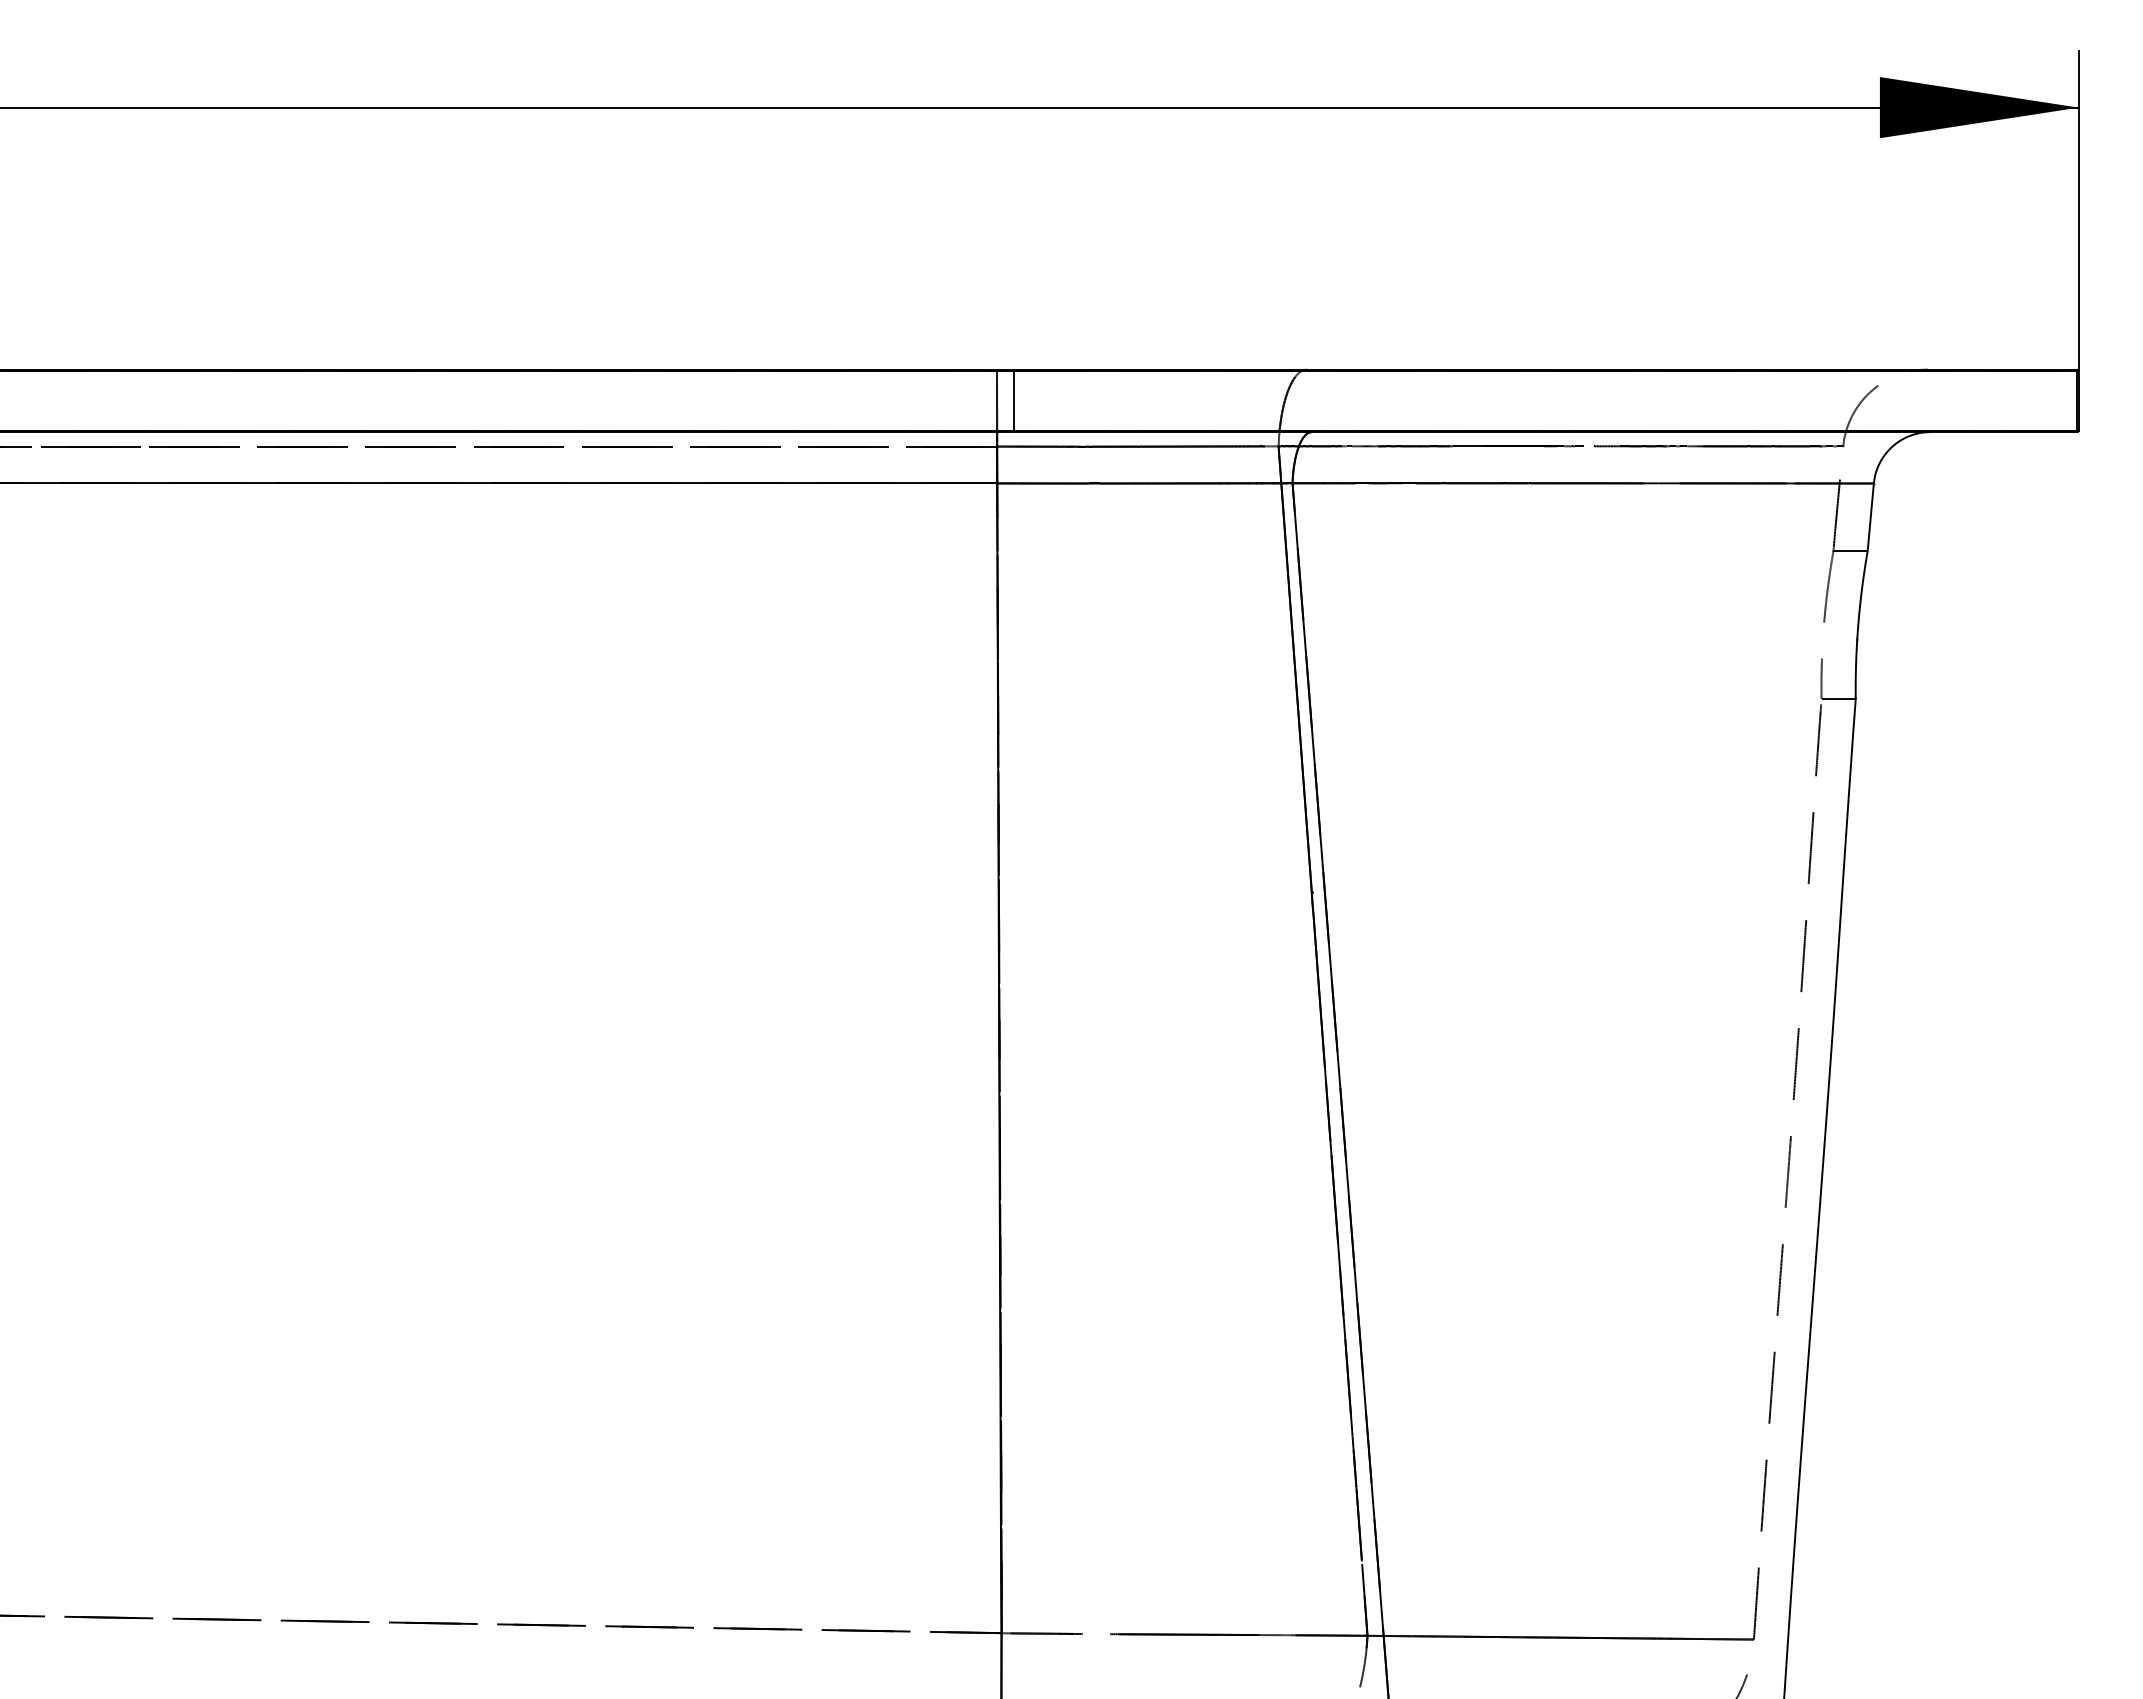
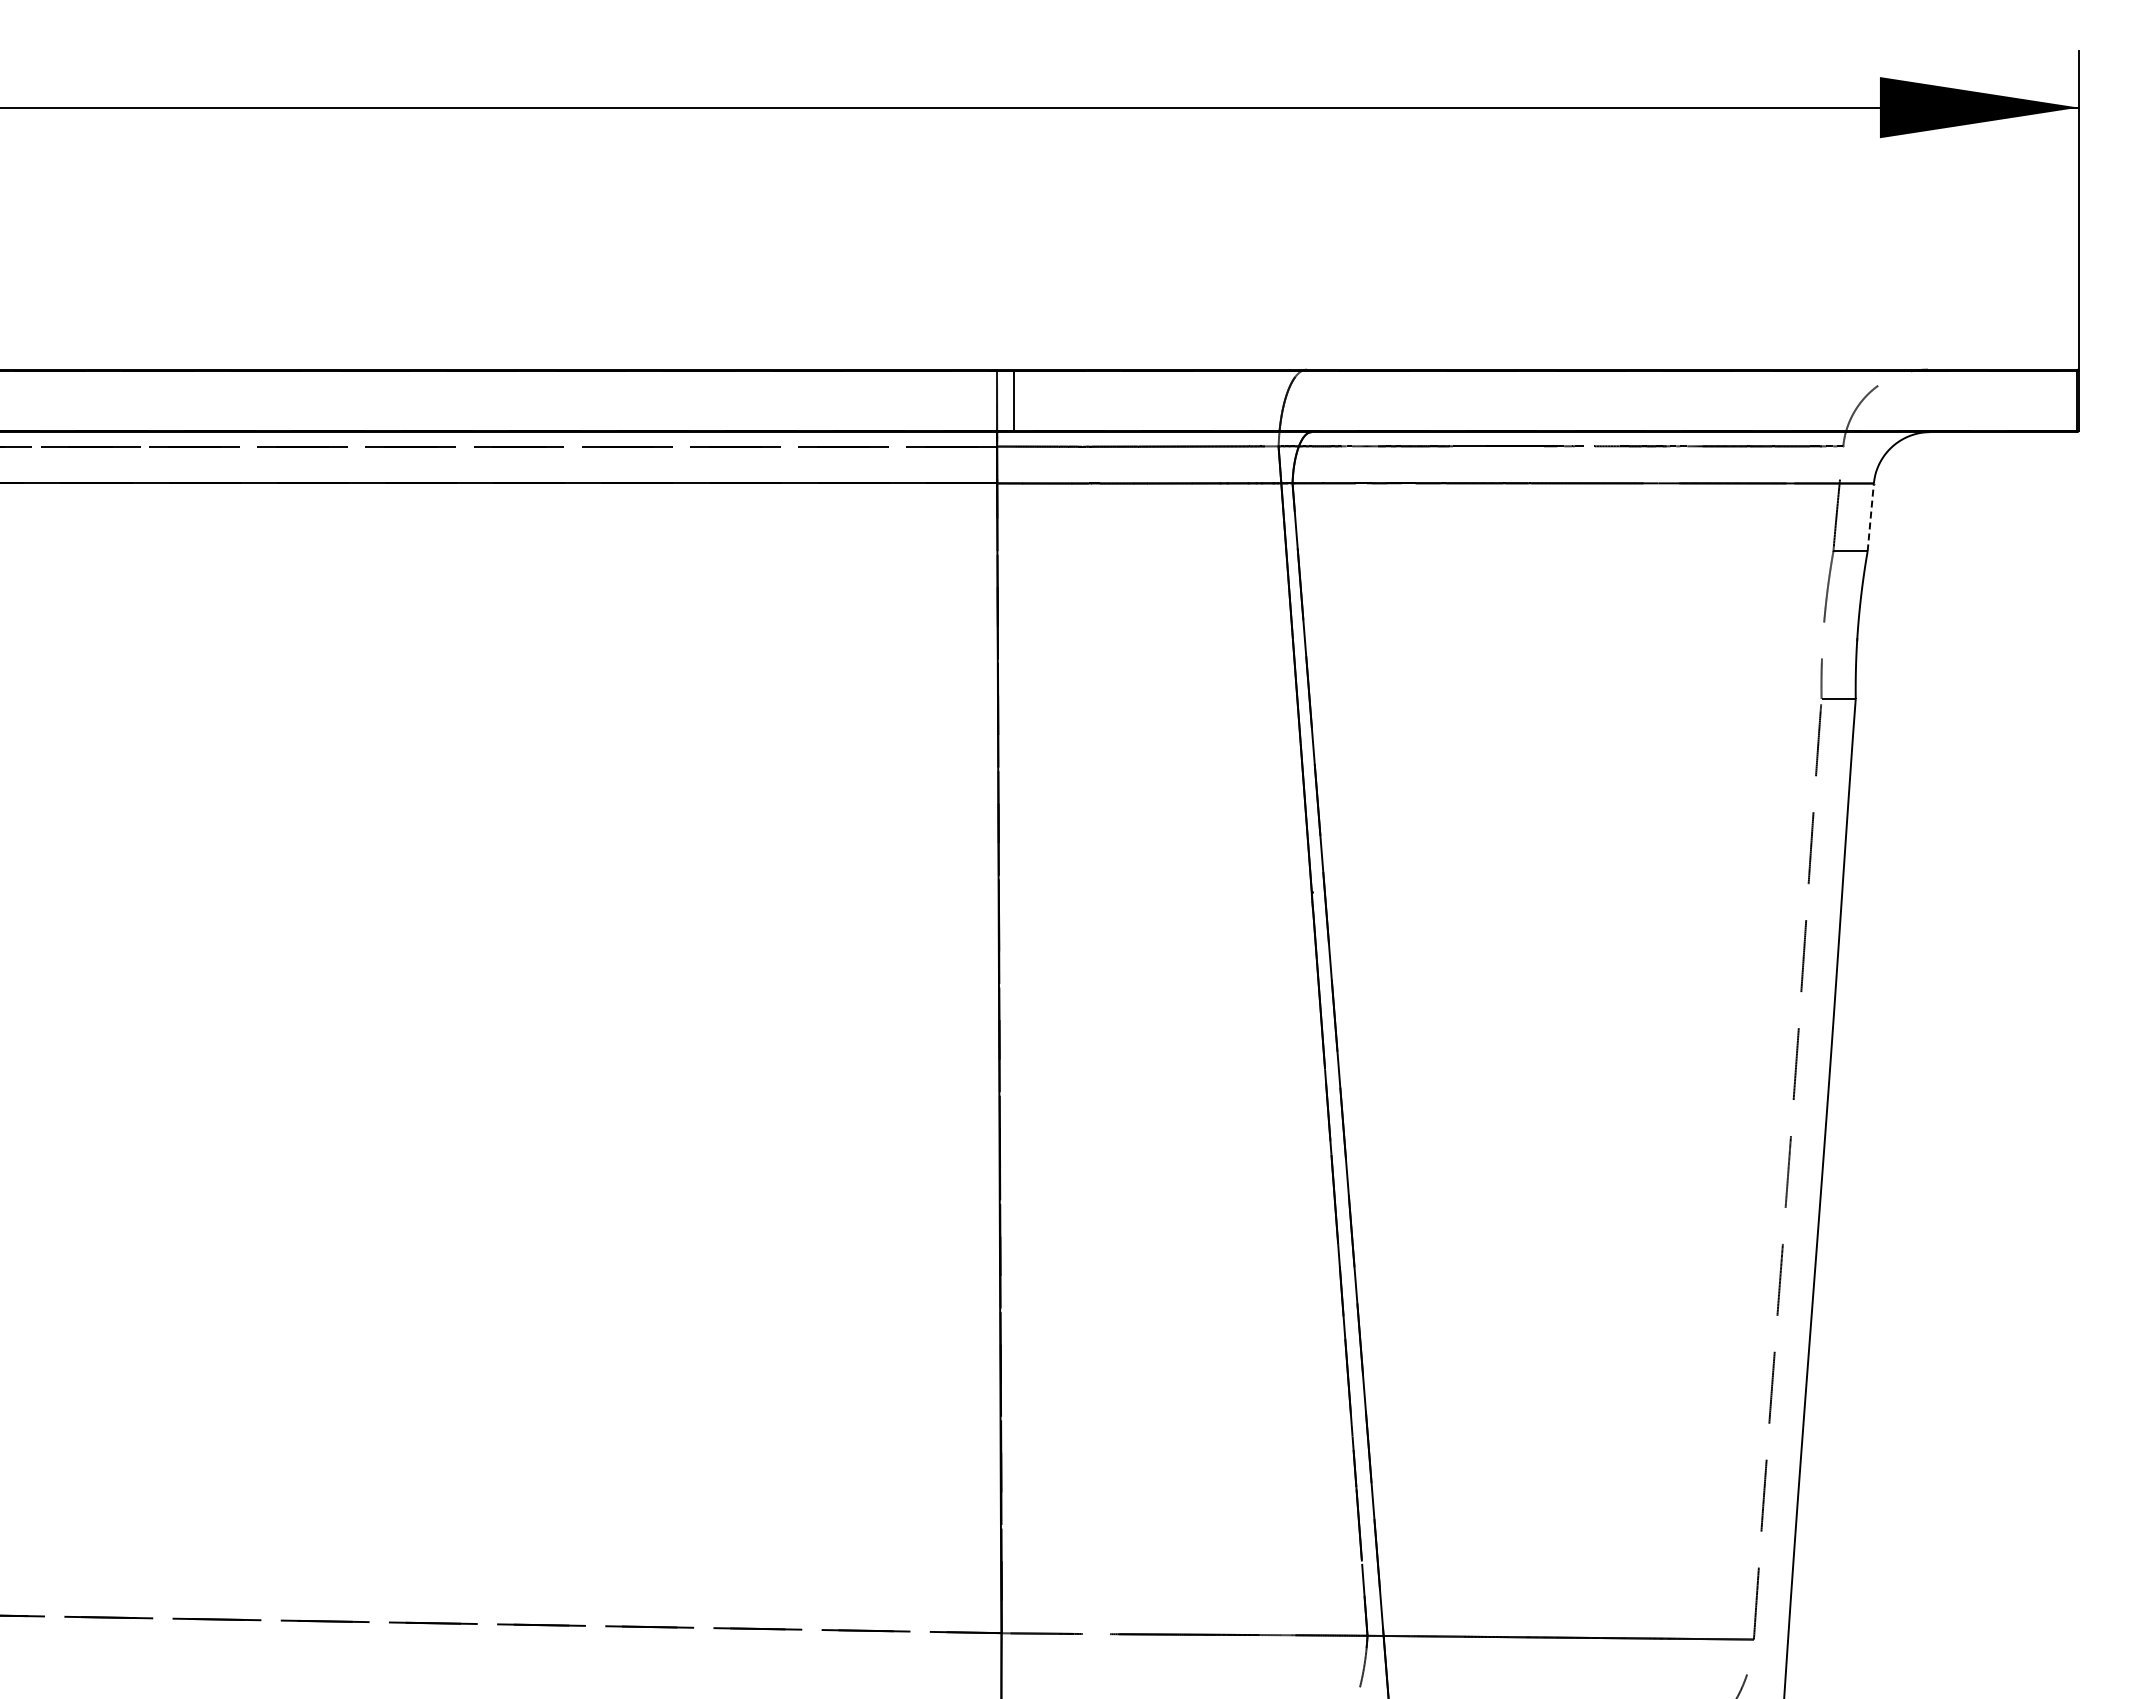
line at (1870, 516): solid -> dashed
